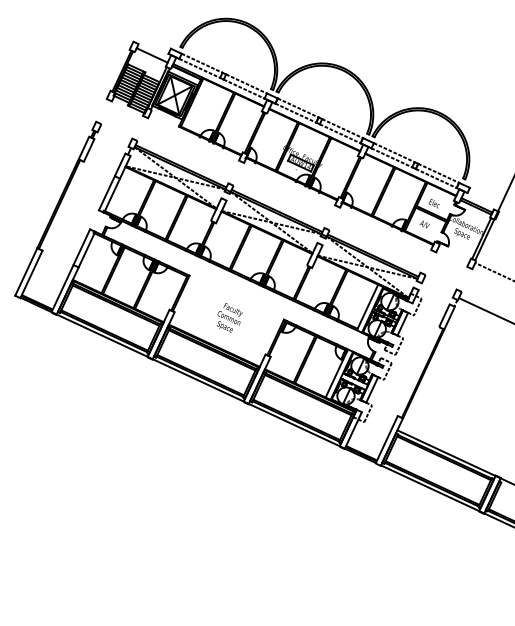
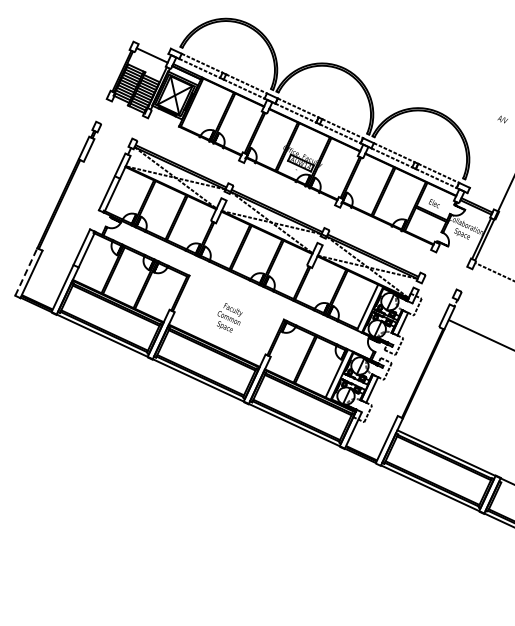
text at (424, 224) position: (424, 224) -> (502, 119)
line at (26, 271): solid -> dashed
line at (484, 310) position: (484, 310) -> (479, 334)
